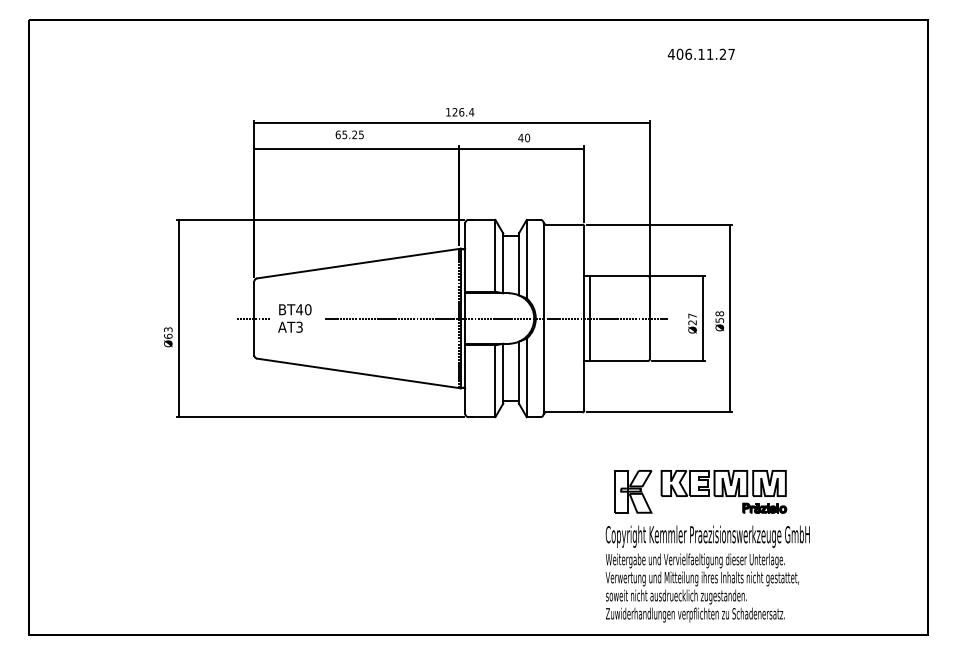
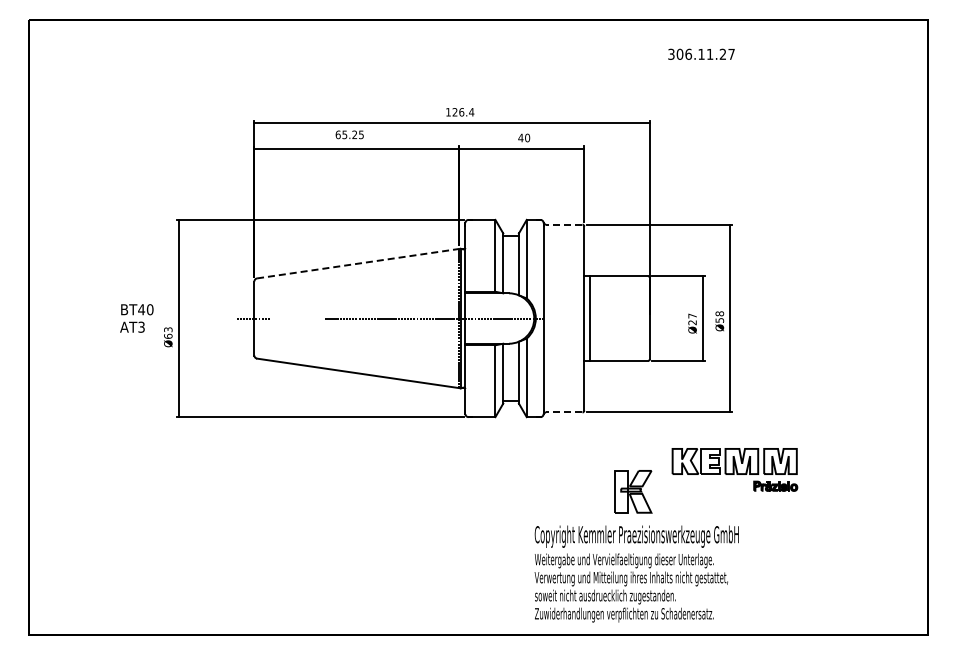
text at (670, 53): 406.11.27 -> 306.11.27
line at (563, 224): solid -> dashed
line at (358, 263): solid -> dashed
text at (294, 318) position: (294, 318) -> (136, 318)
line at (607, 318): present -> none
line at (563, 412): solid -> dashed
part at (723, 491) position: (723, 491) -> (734, 469)
text at (707, 573) position: (707, 573) -> (636, 573)
